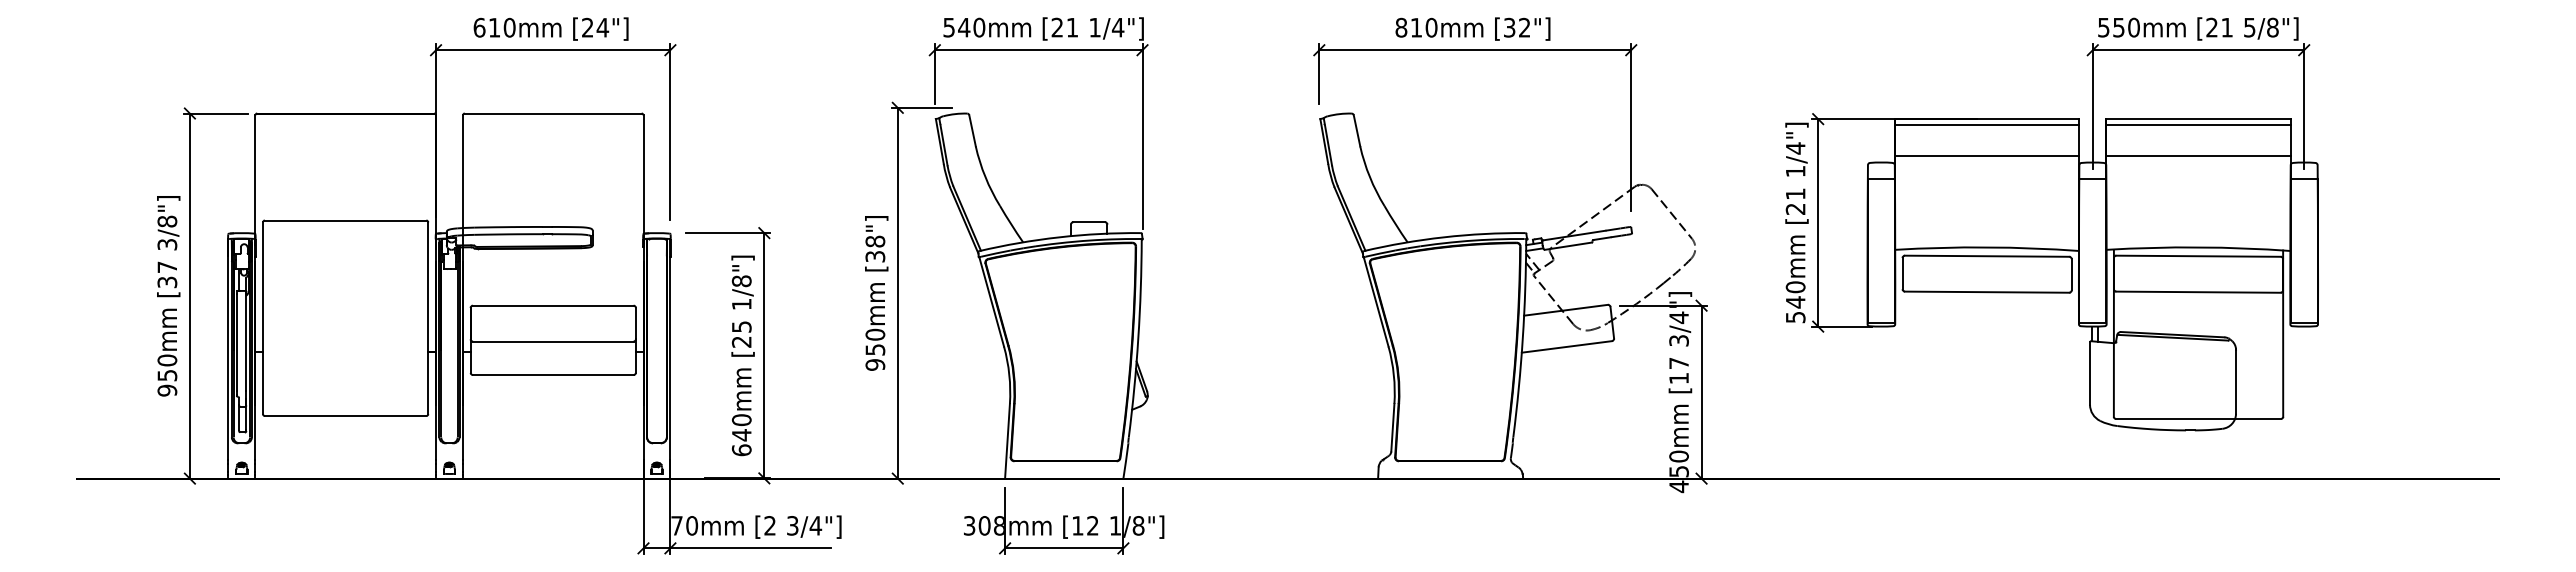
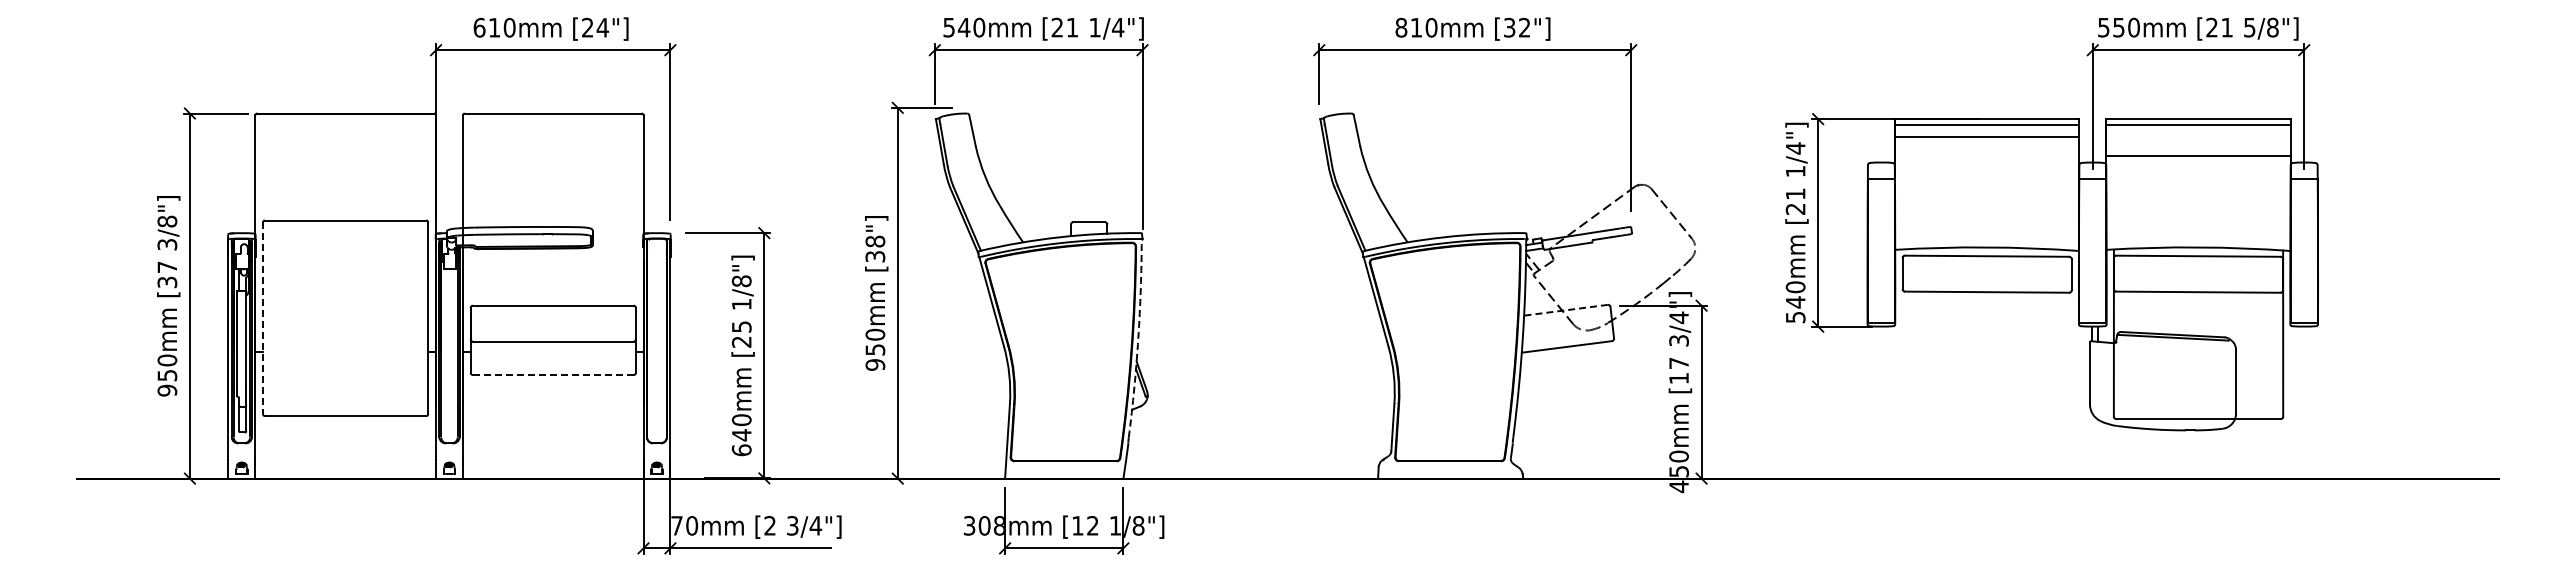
line at (1986, 155) position: (1986, 155) -> (1986, 136)
line at (1565, 310): solid -> dashed
line at (263, 318): solid -> dashed
arc at (1138, 338): solid -> dashed
line at (552, 375): solid -> dashed
